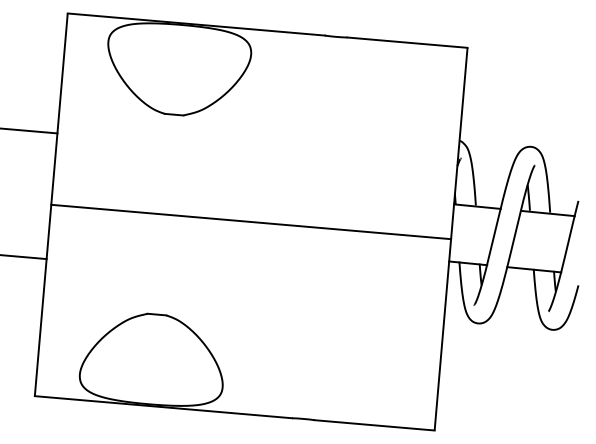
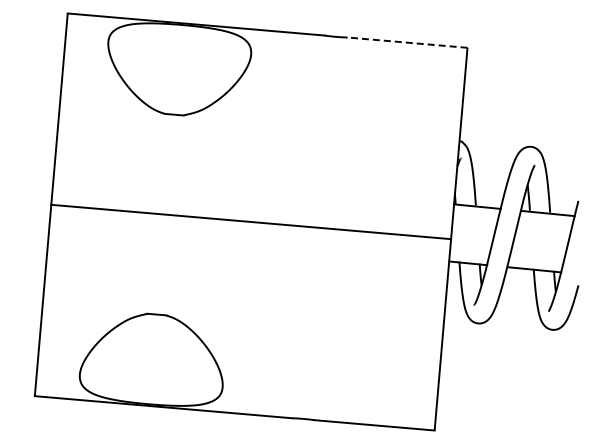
line at (407, 42): solid -> dashed
line at (29, 130): present -> none
line at (24, 257): present -> none
